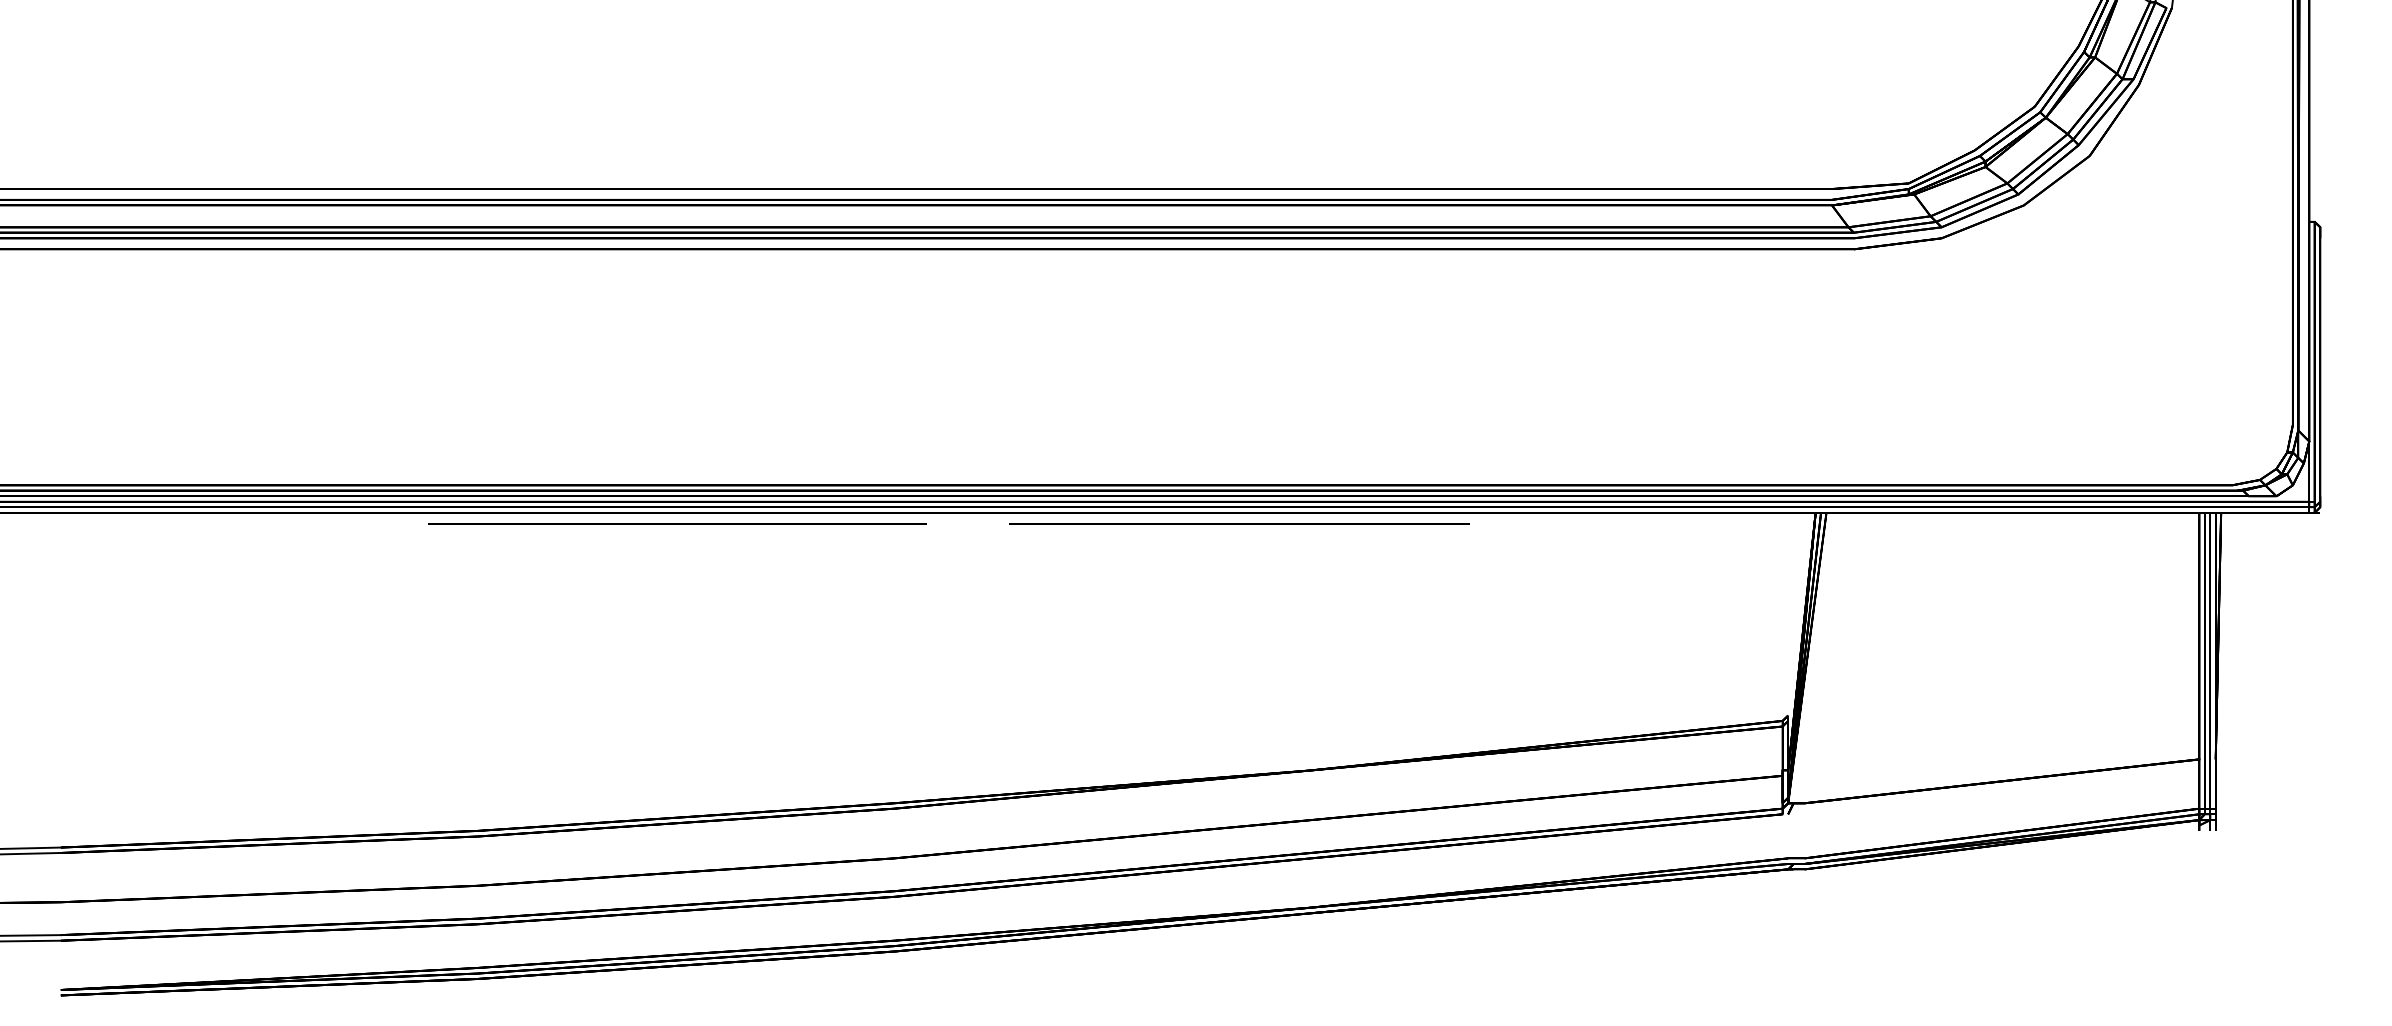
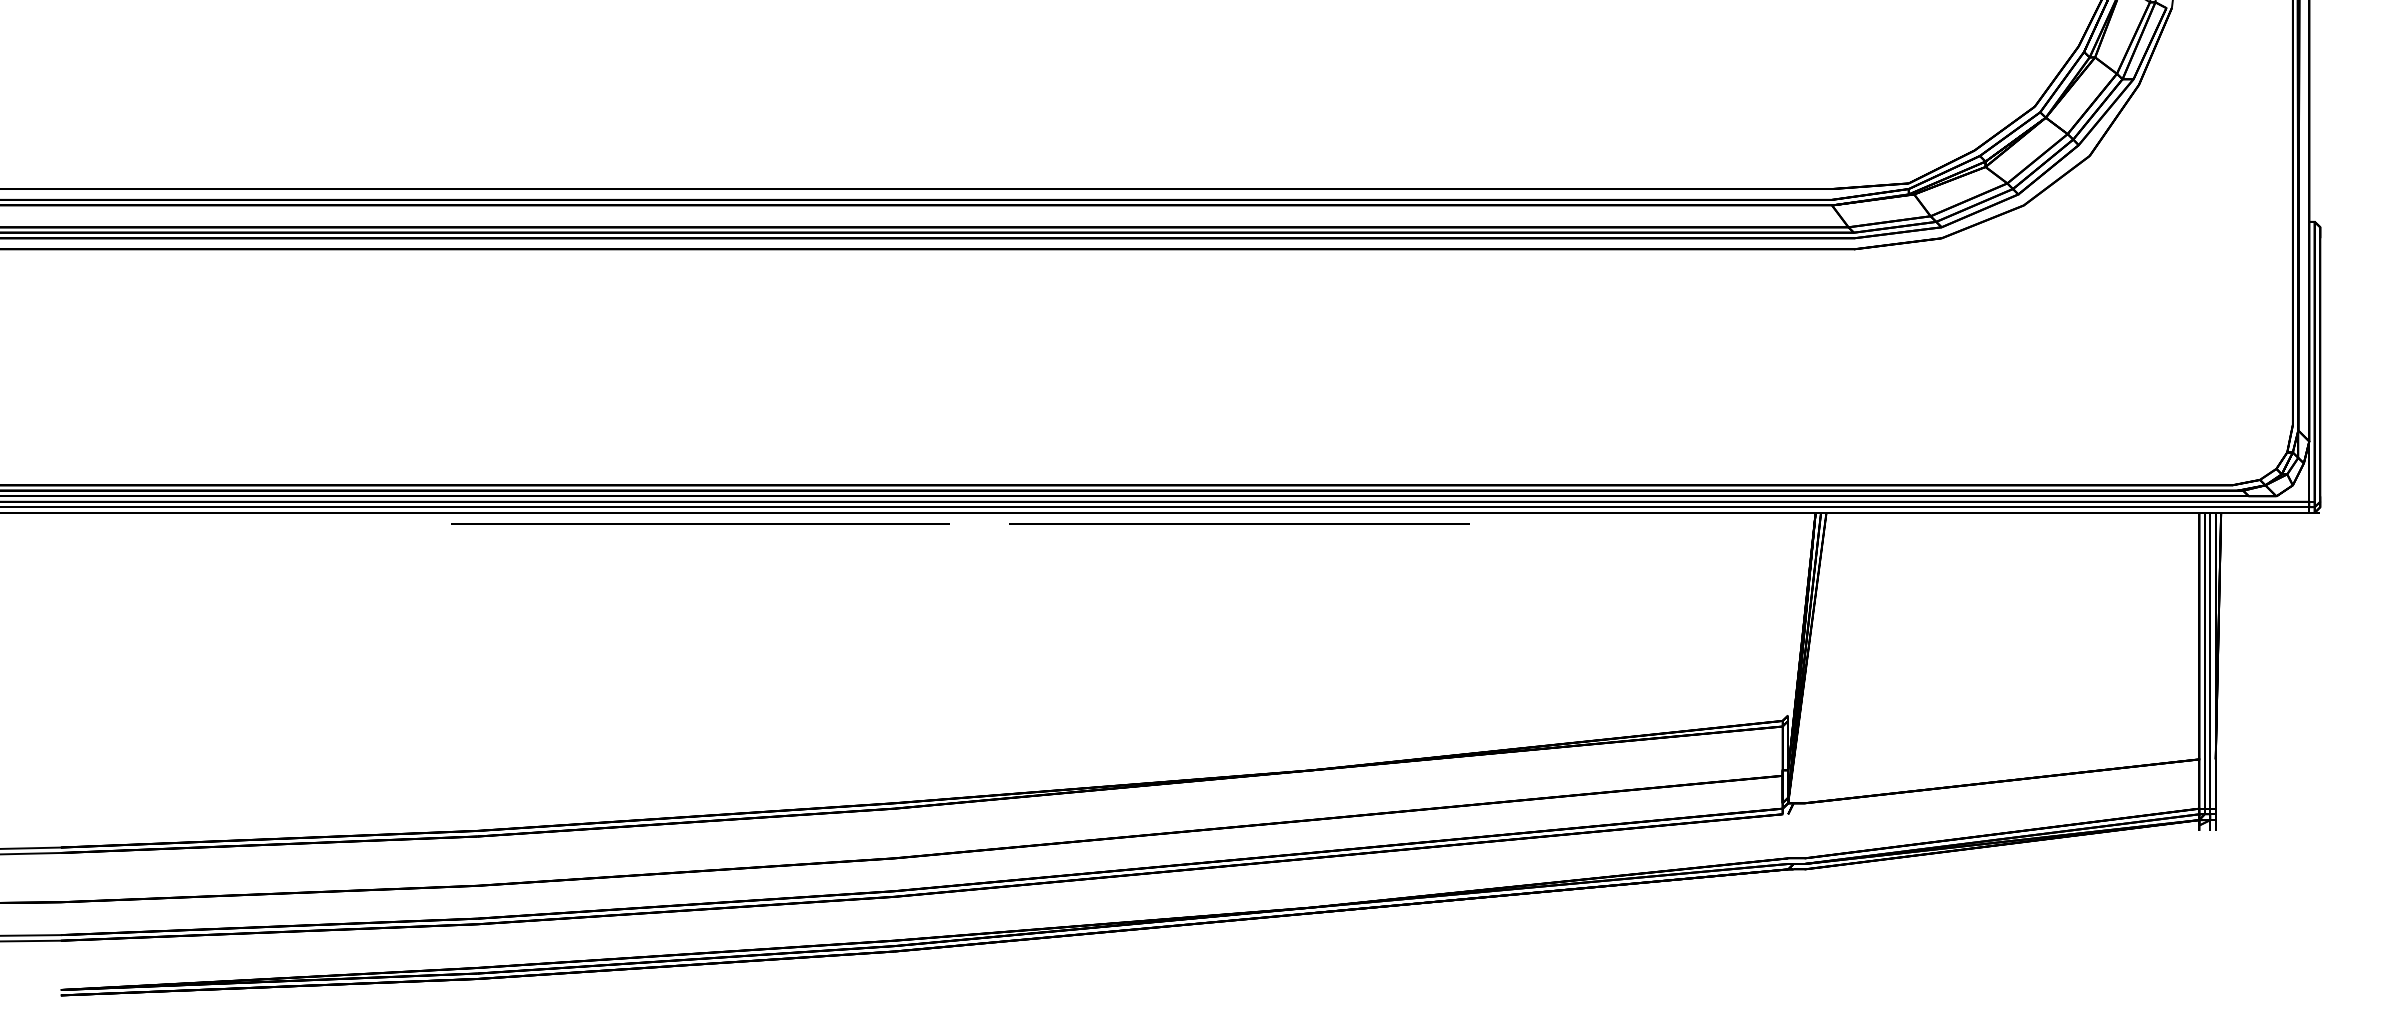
line at (677, 523) position: (677, 523) -> (700, 523)
